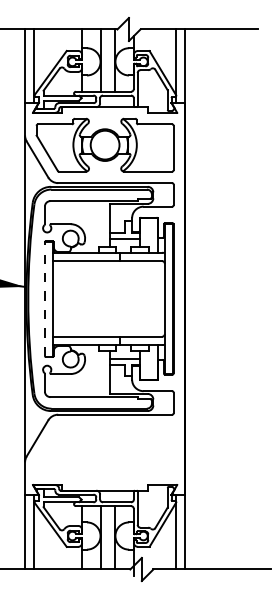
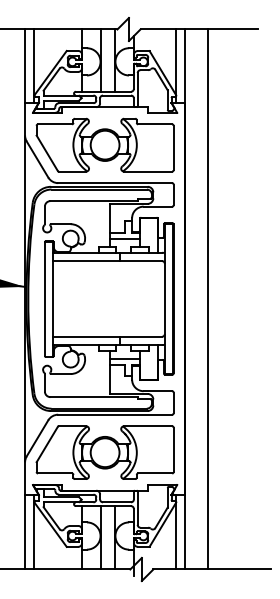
line at (44, 299): dashed -> solid
line at (208, 299): none -> present
part at (104, 452): none -> present
